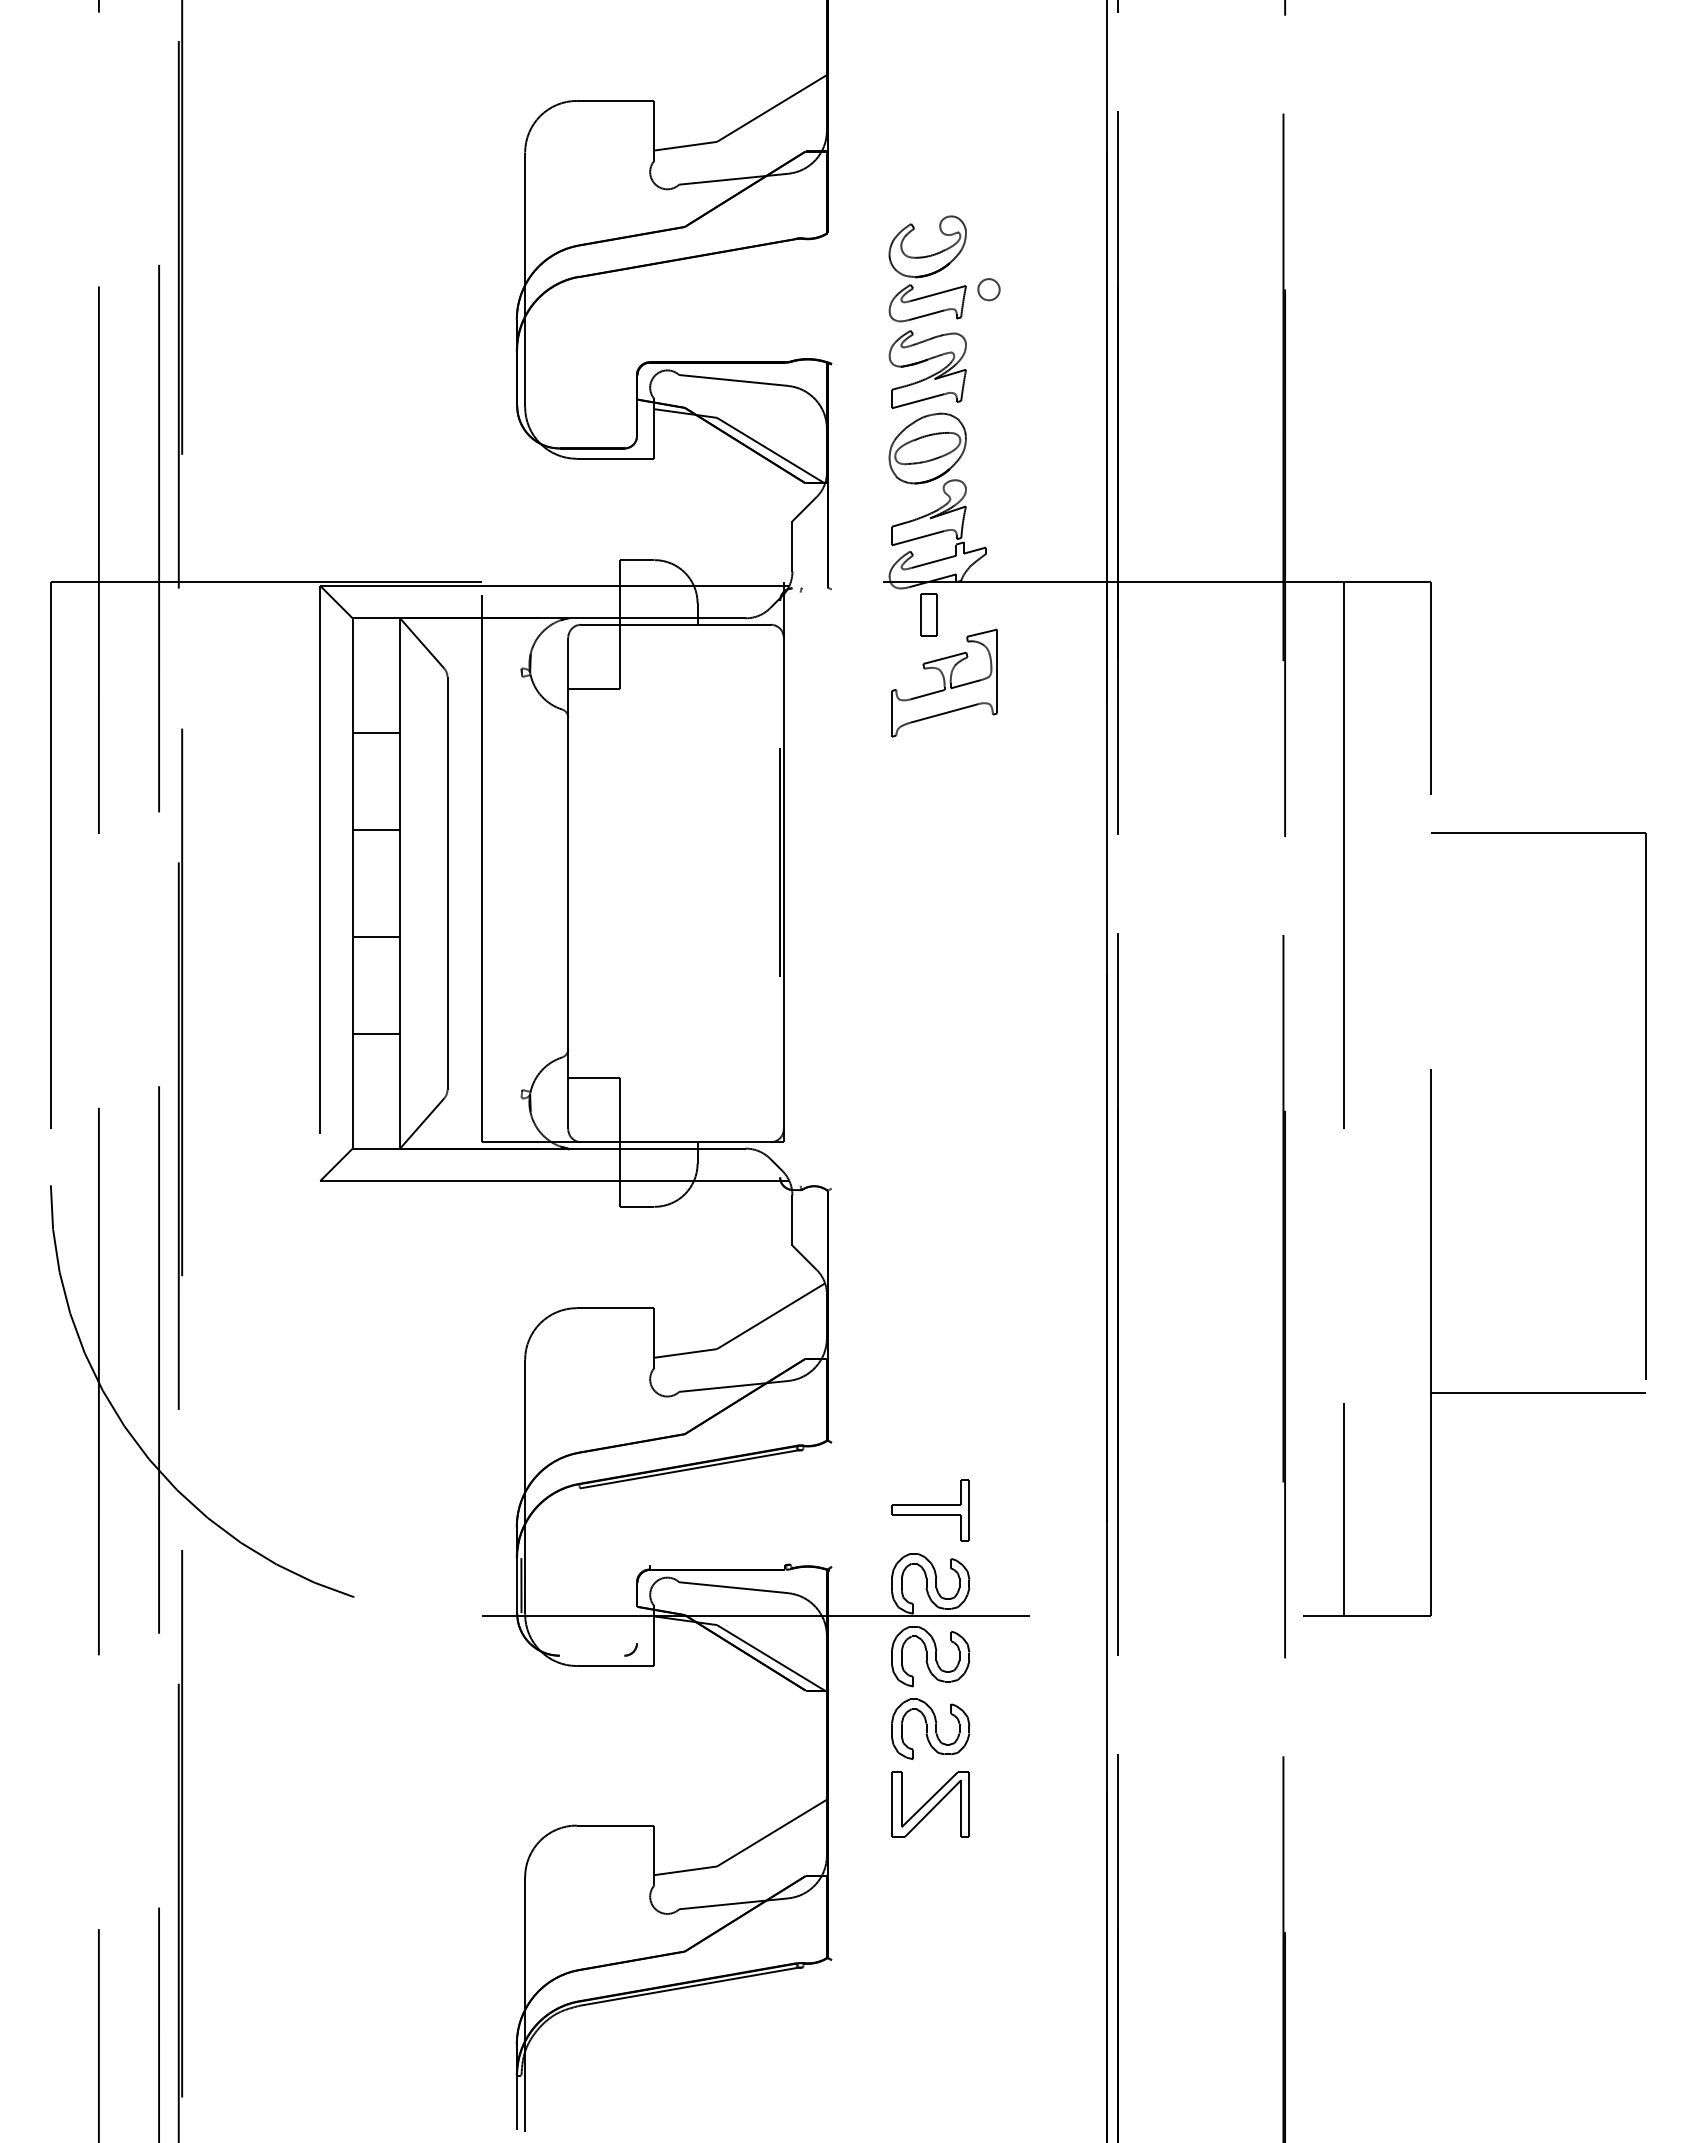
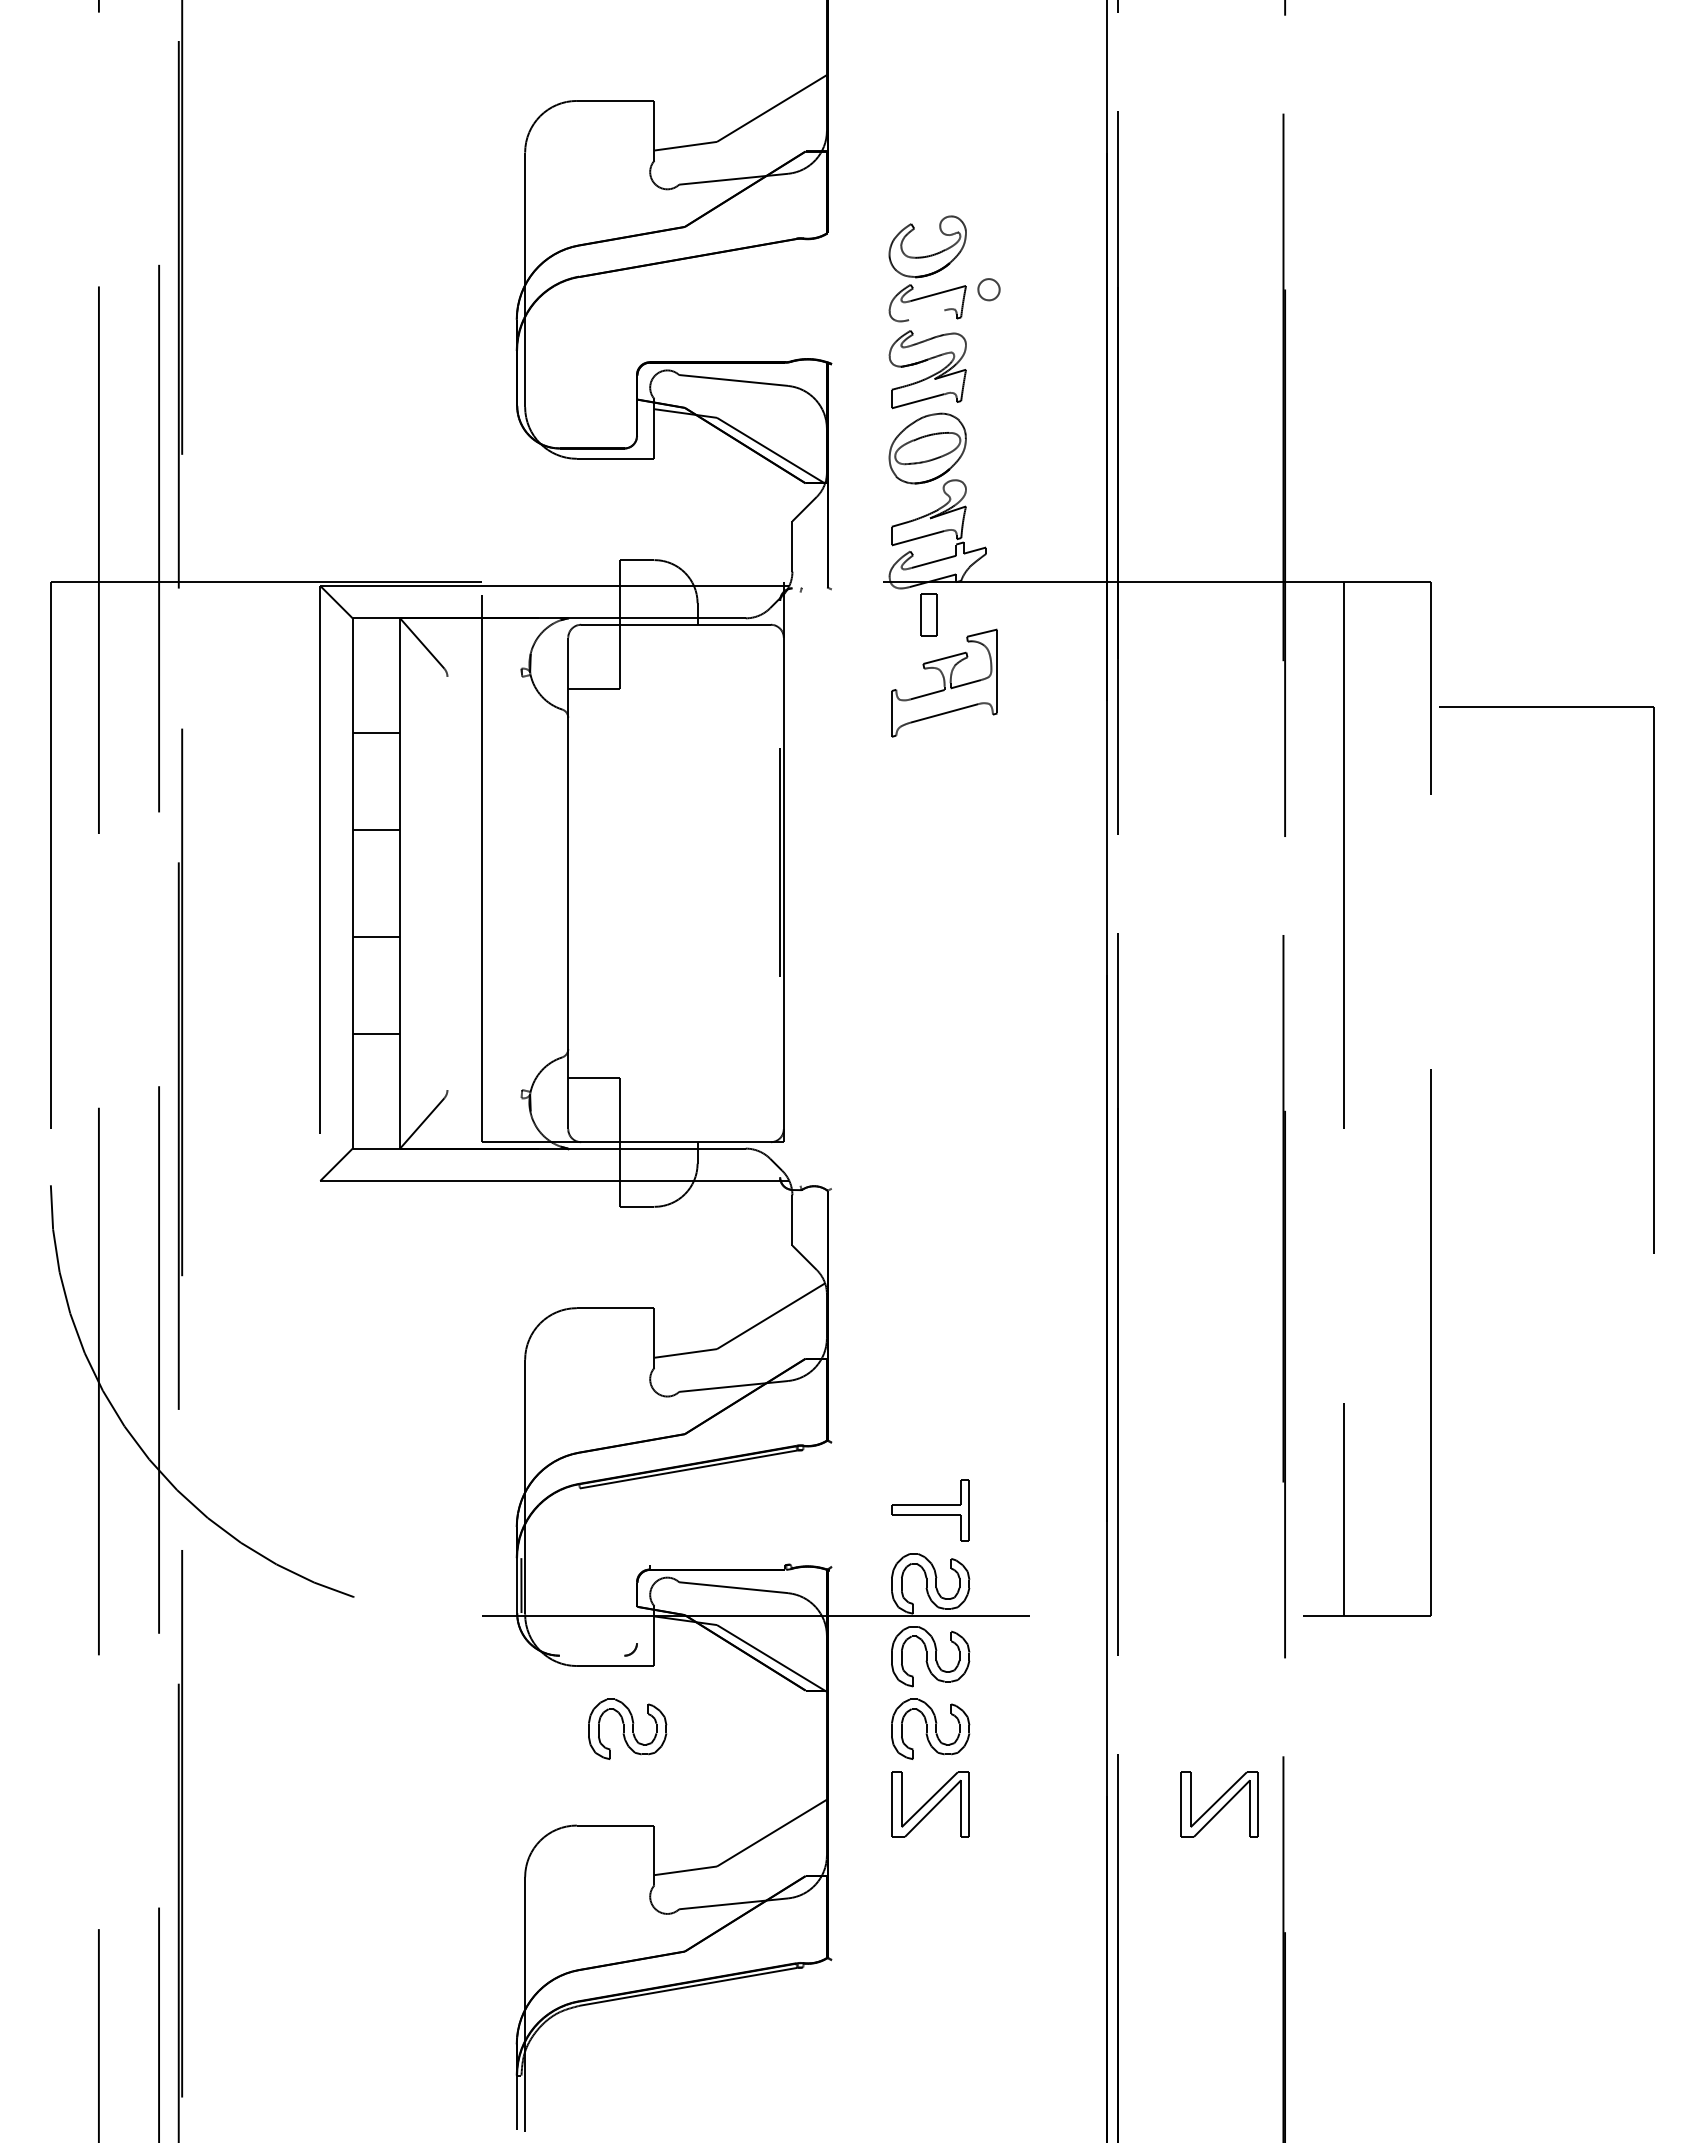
line at (926, 315): present -> none
line at (447, 883): present -> none
part at (1645, 1105) position: (1645, 1105) -> (1653, 979)
line at (1538, 1393): present -> none
part at (627, 1728): none -> present
part at (1219, 1804): none -> present
